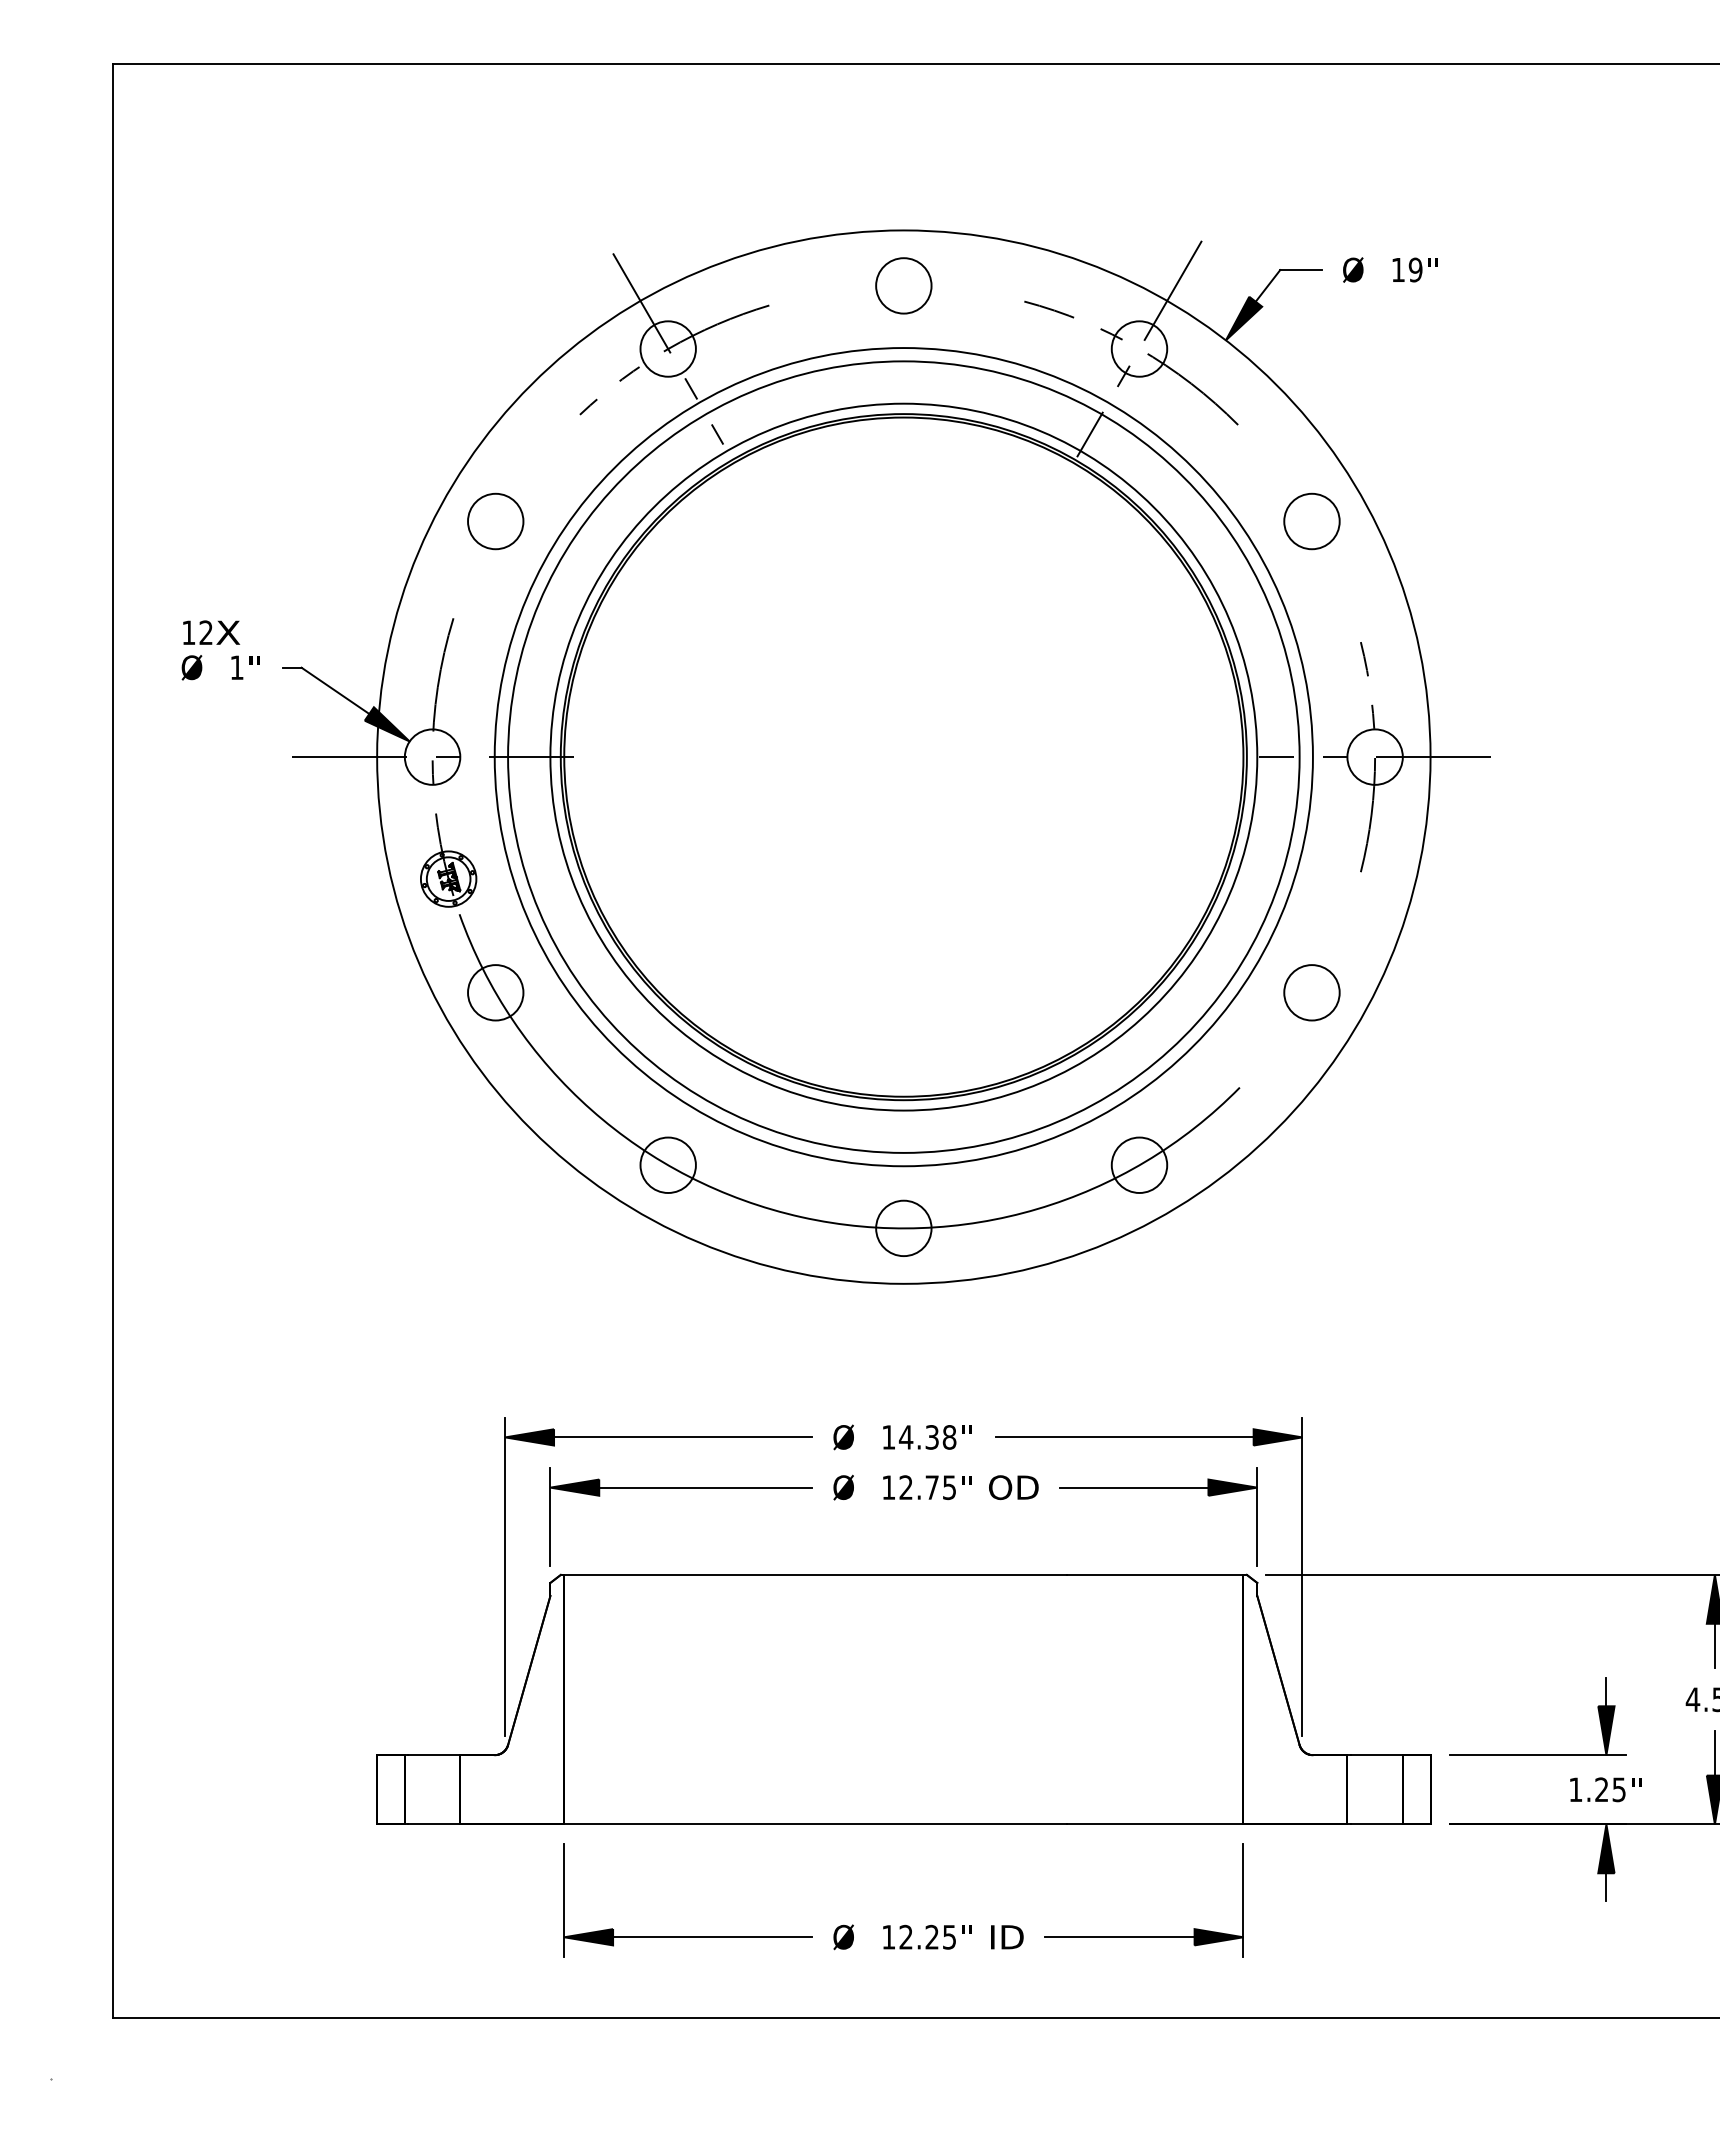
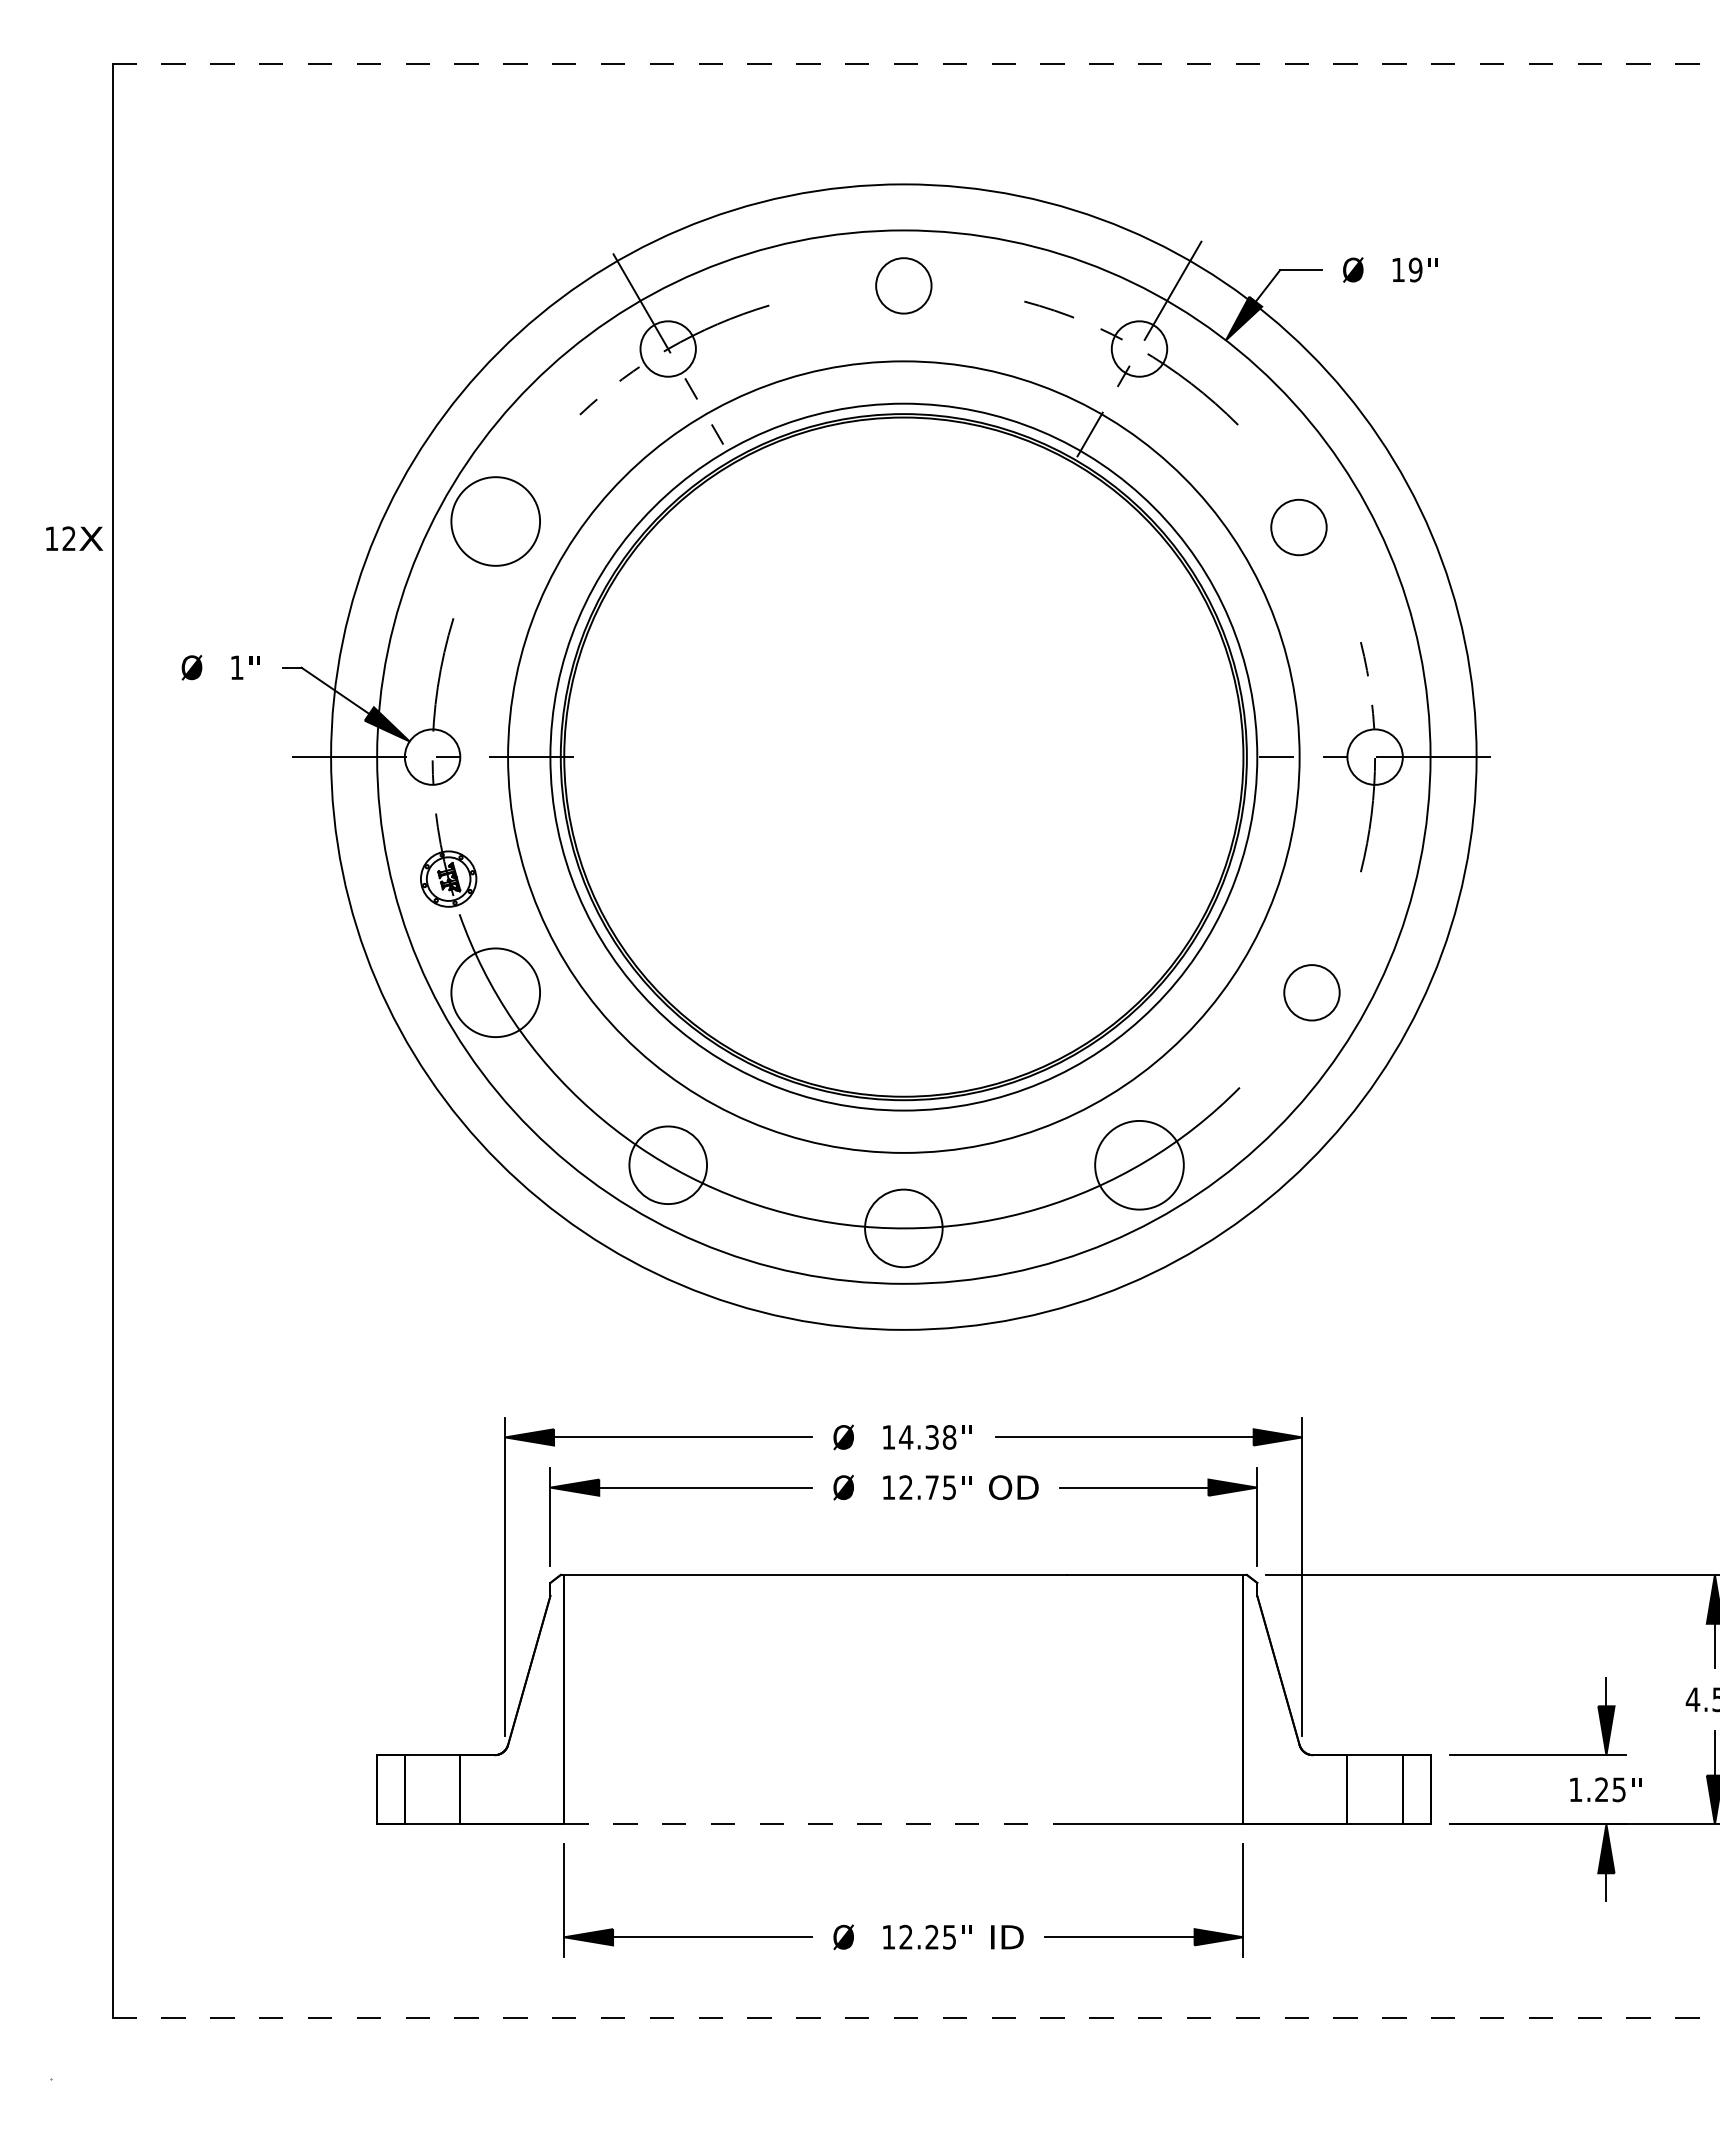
line at (916, 64): solid -> dashed
circle at (495, 521) diameter: 55 px -> 89 px
circle at (1311, 521) position: (1311, 521) -> (1298, 527)
text at (211, 632) position: (211, 632) -> (74, 538)
circle at (903, 757) diameter: 818 px -> 1146 px
circle at (495, 992) diameter: 55 px -> 89 px
circle at (667, 1164) diameter: 55 px -> 78 px
circle at (1139, 1164) diameter: 55 px -> 89 px
circle at (903, 1228) diameter: 55 px -> 78 px
line at (815, 1824): solid -> dashed
line at (916, 2017): solid -> dashed
